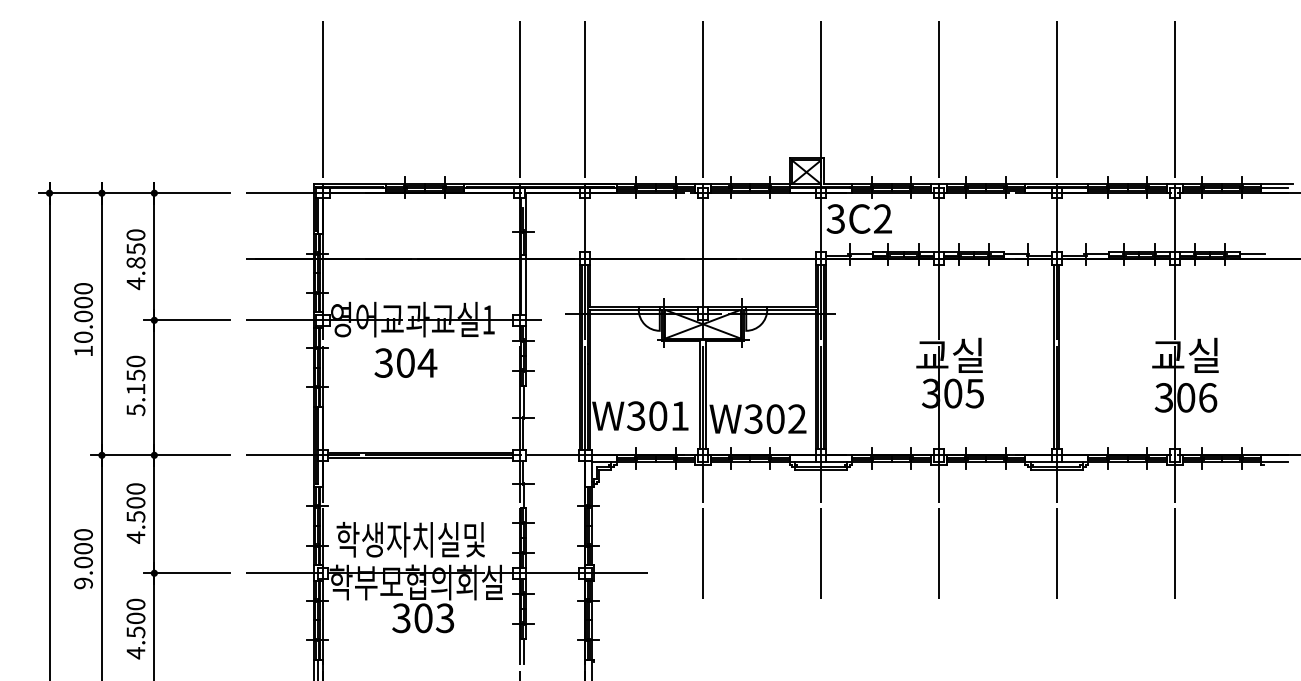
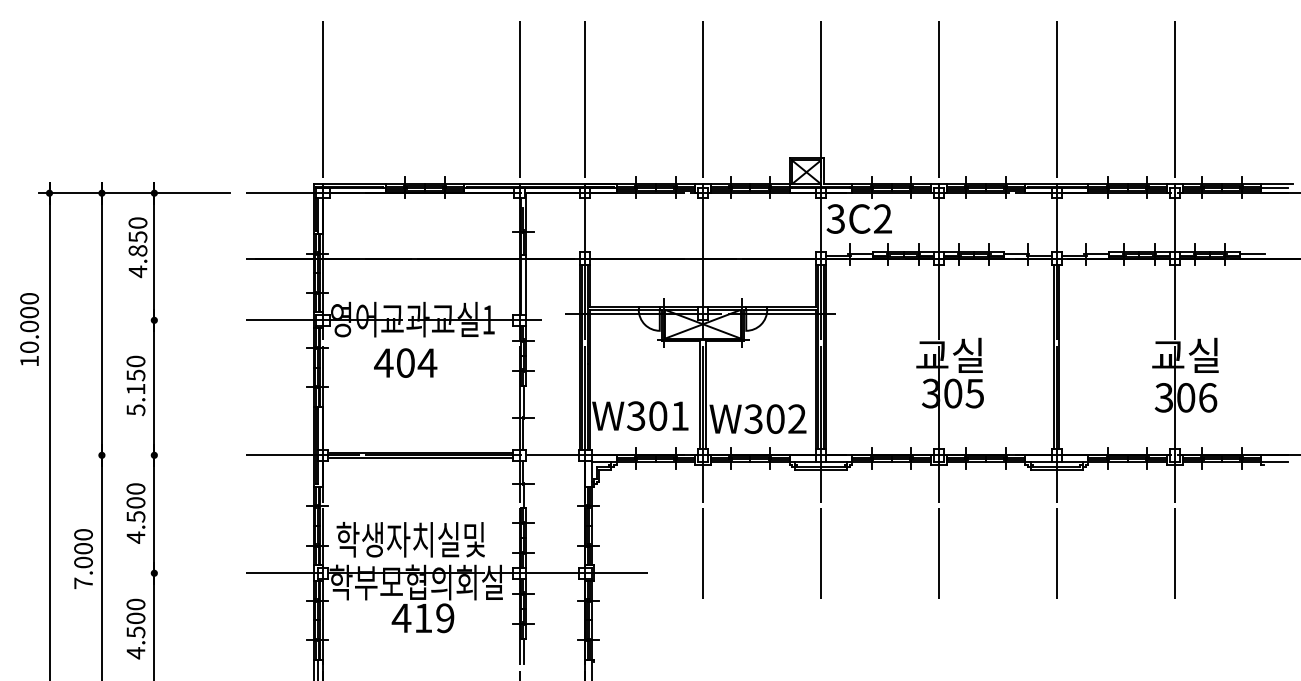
text at (135, 259) position: (135, 259) -> (137, 247)
text at (83, 319) position: (83, 319) -> (29, 329)
line at (186, 320): present -> none
text at (383, 362): 304 -> 404
line at (160, 455): present -> none
line at (186, 573): present -> none
text at (83, 583): 9.000 -> 7.000
text at (422, 618): 303 -> 419
